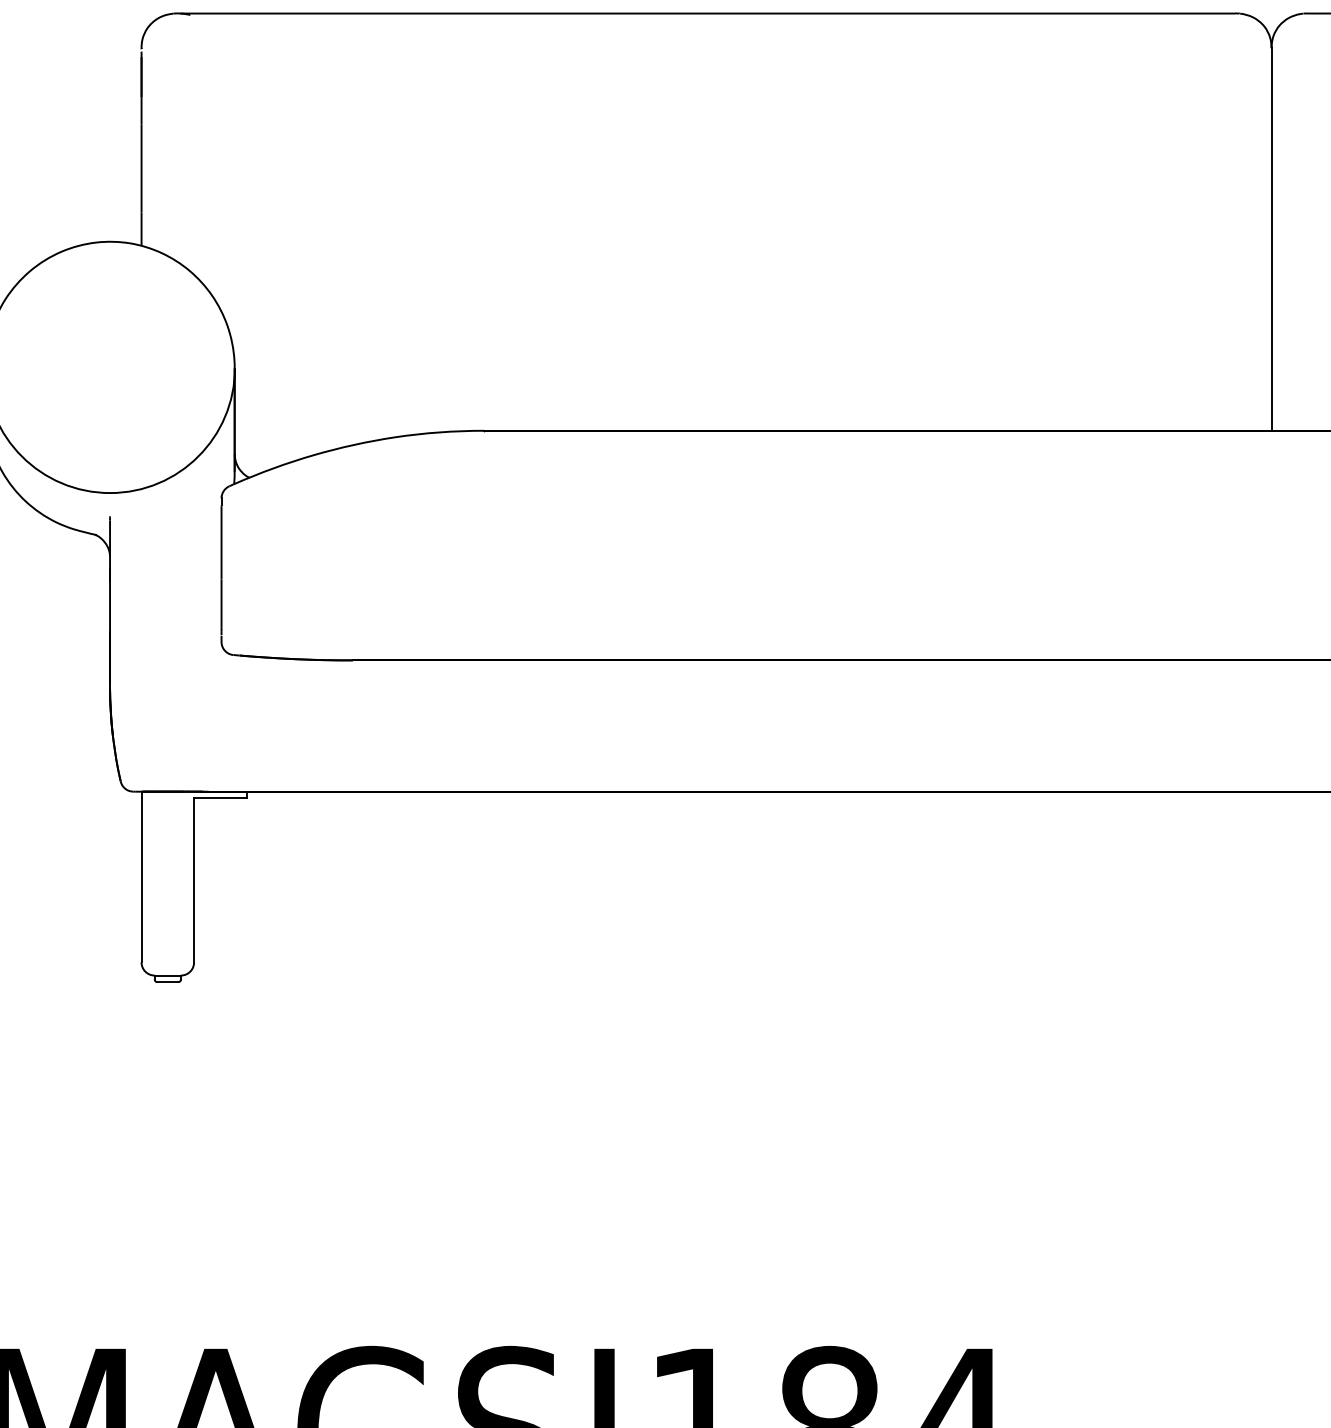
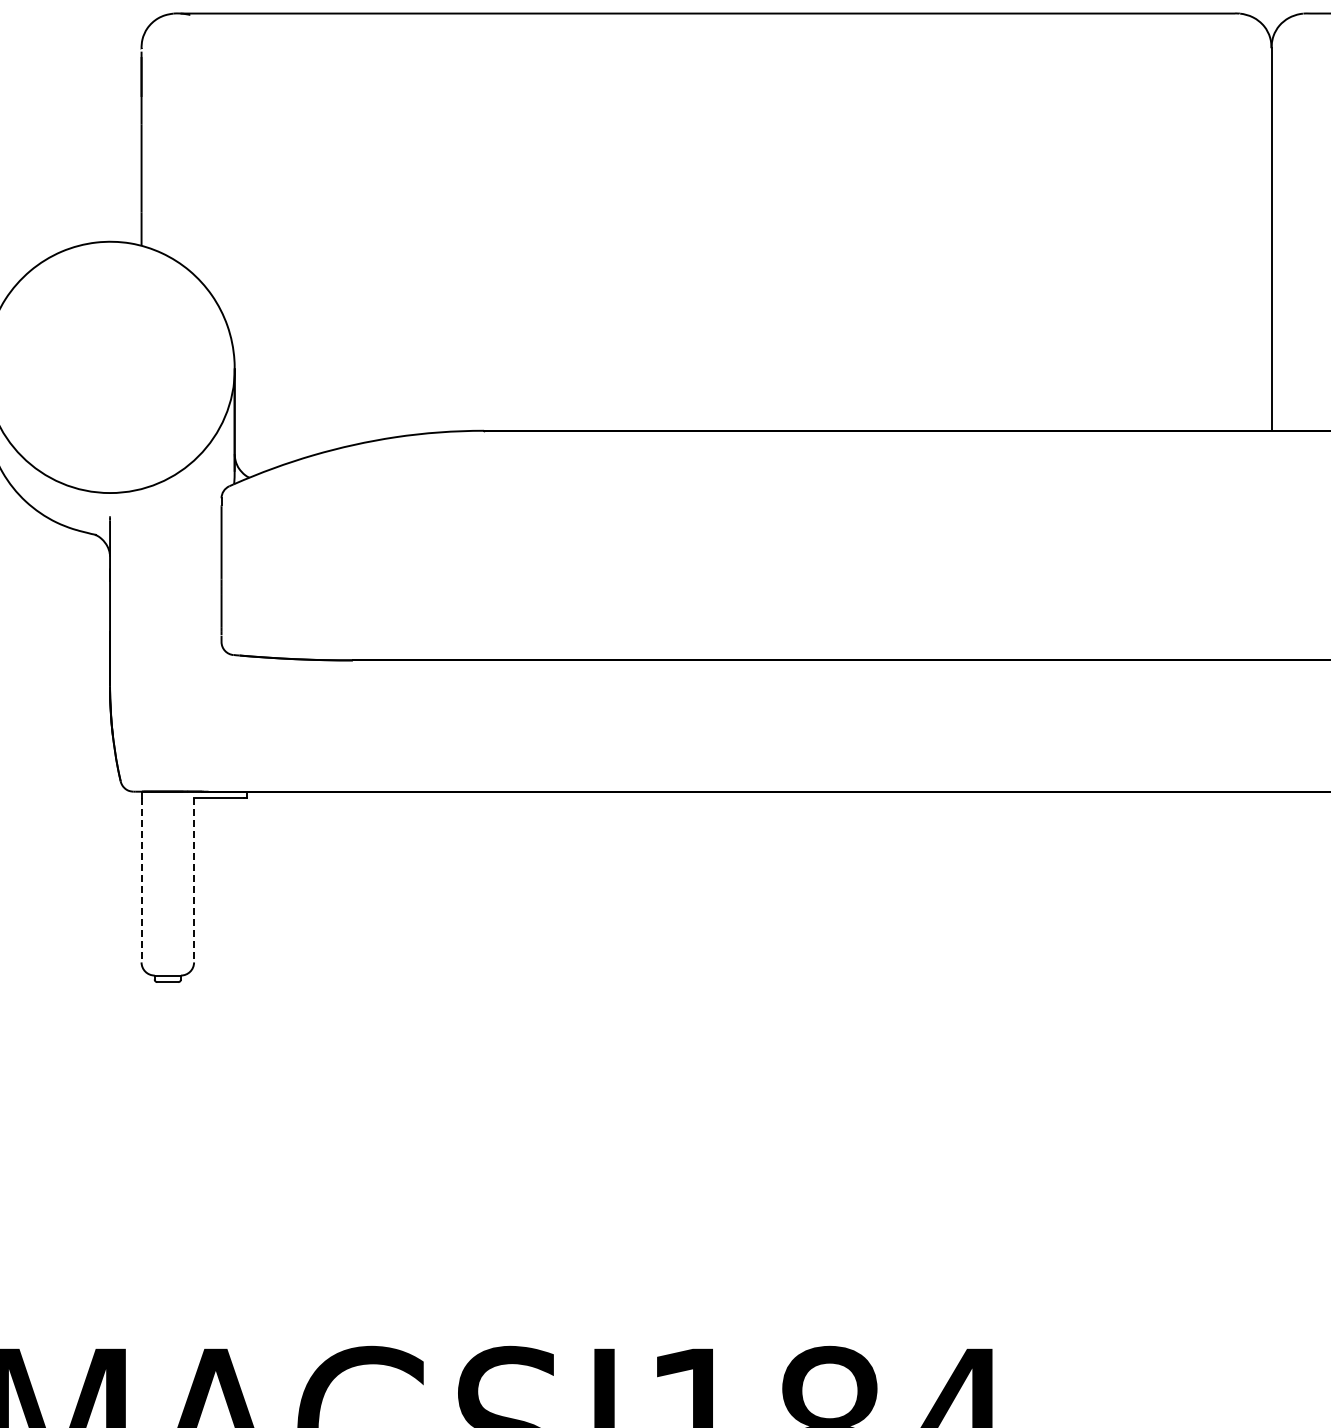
line at (141, 880): solid -> dashed
line at (194, 880): solid -> dashed
